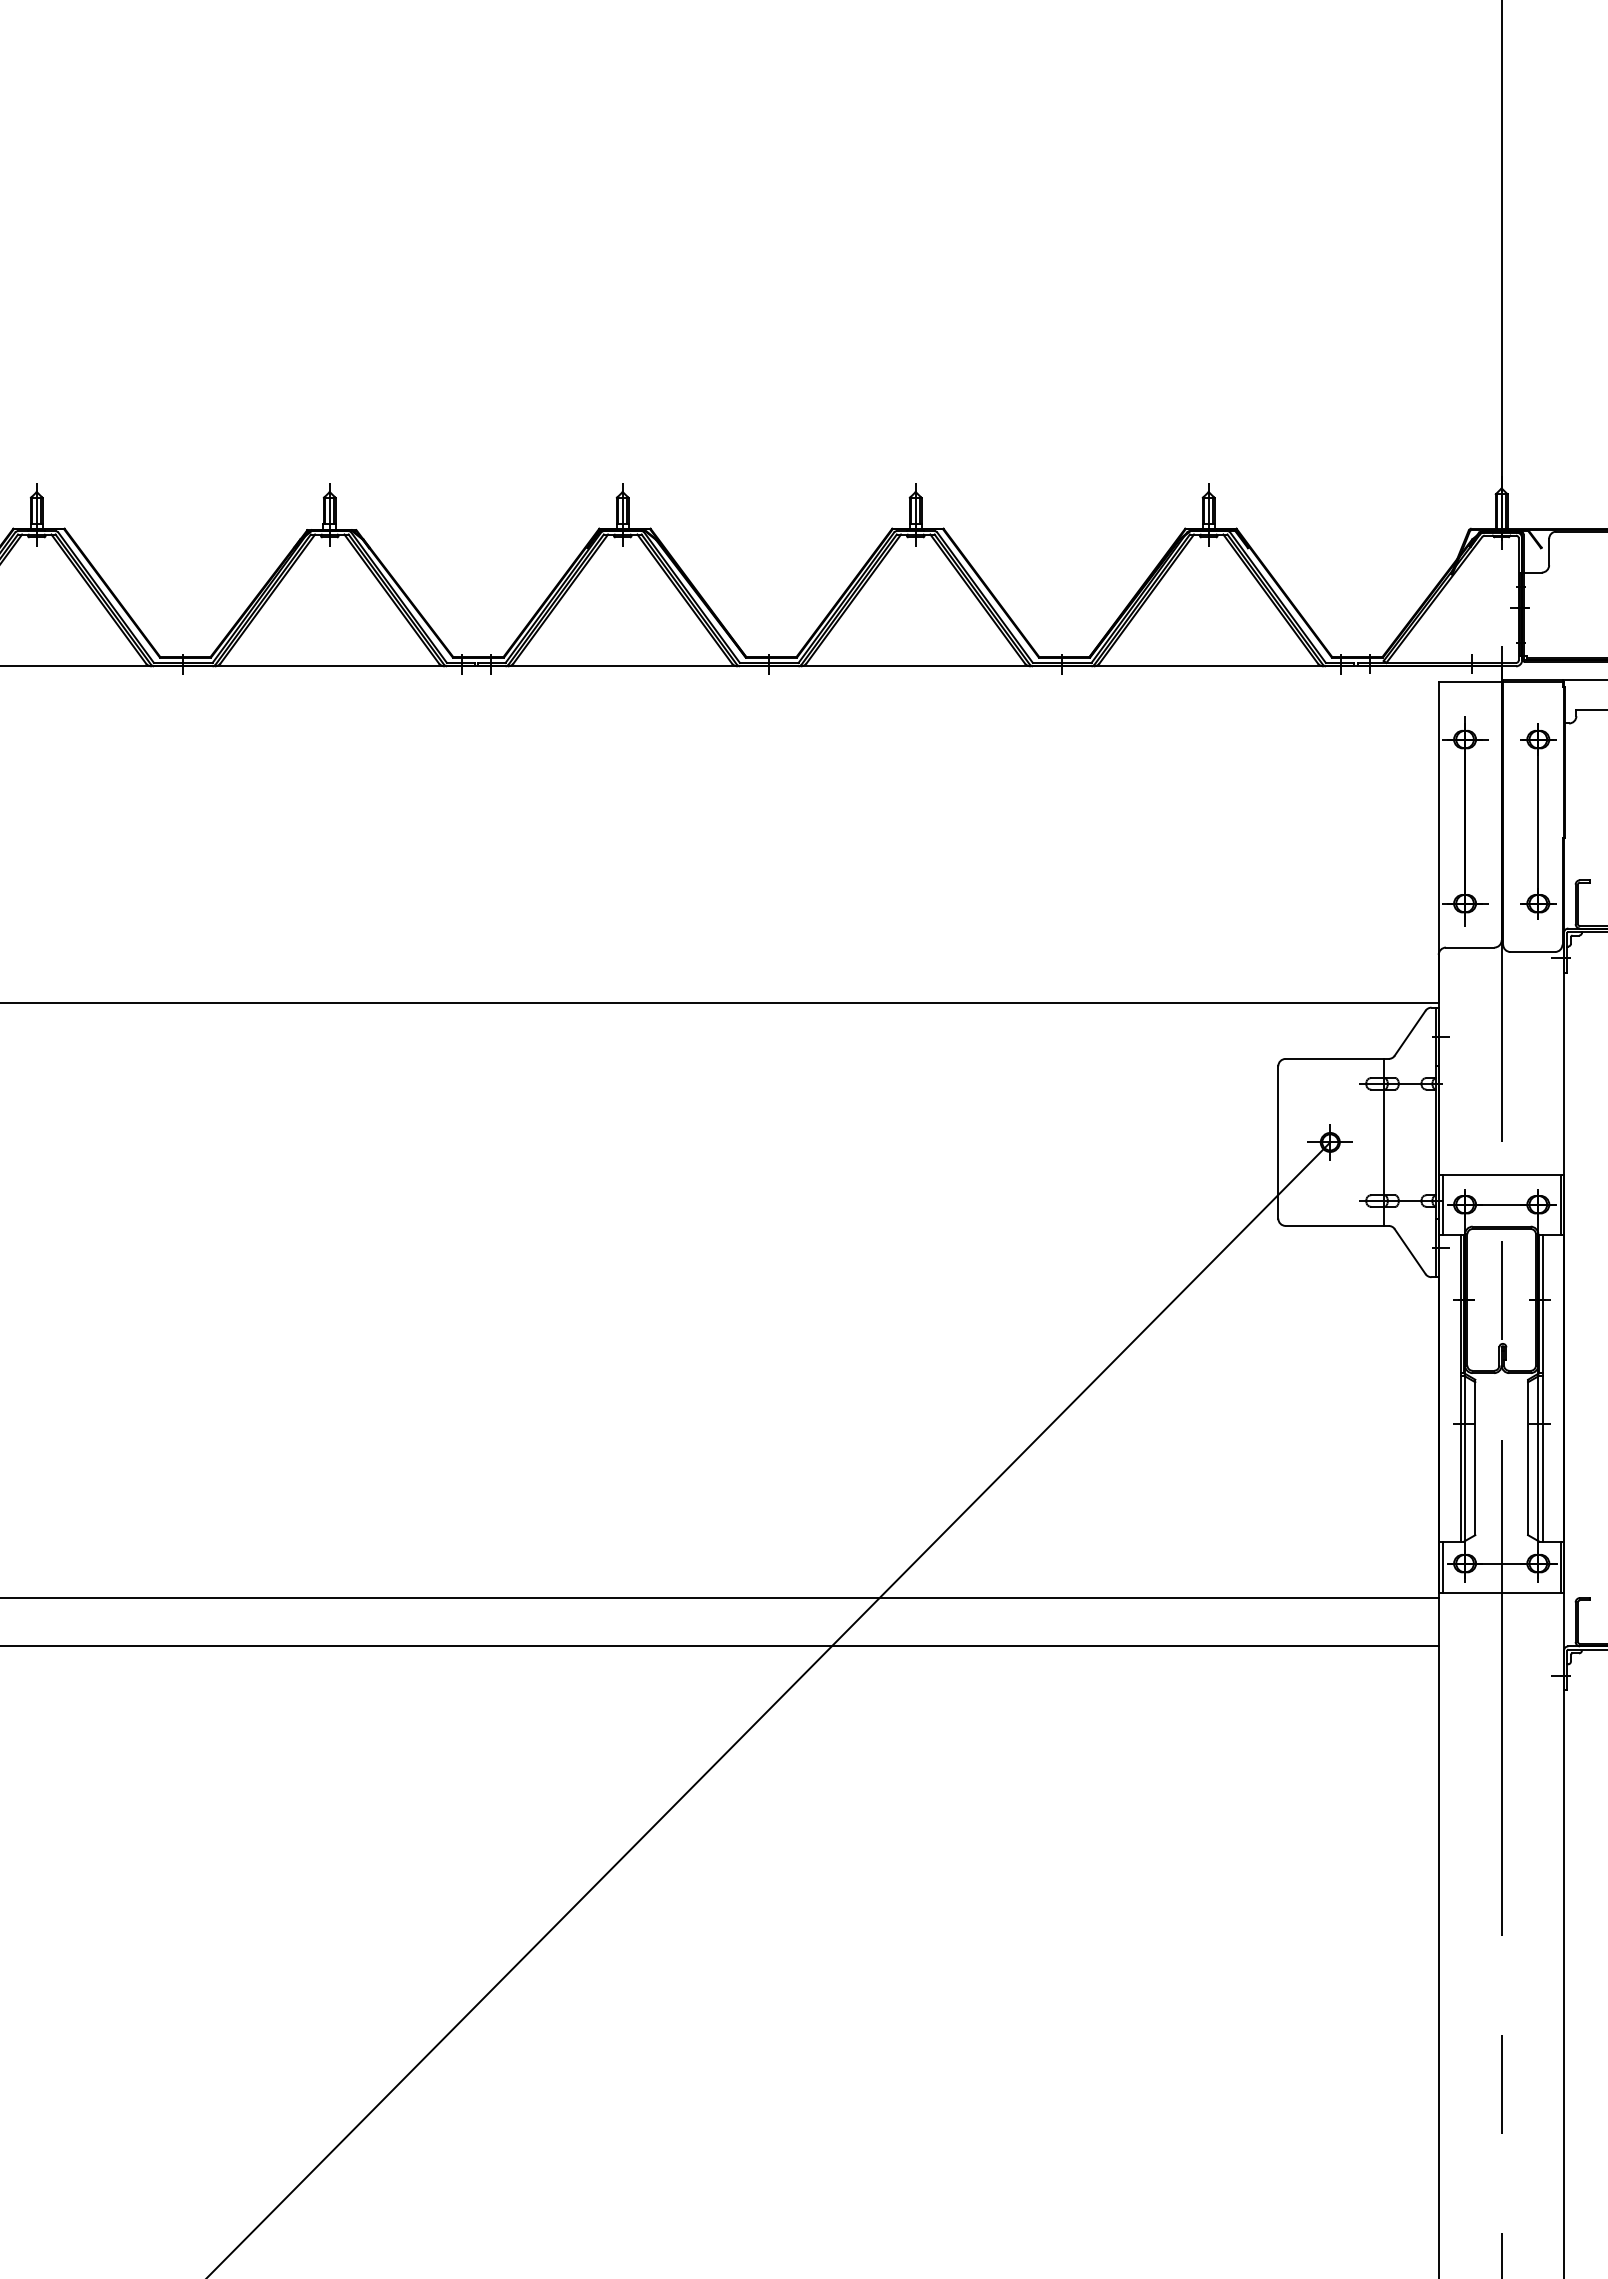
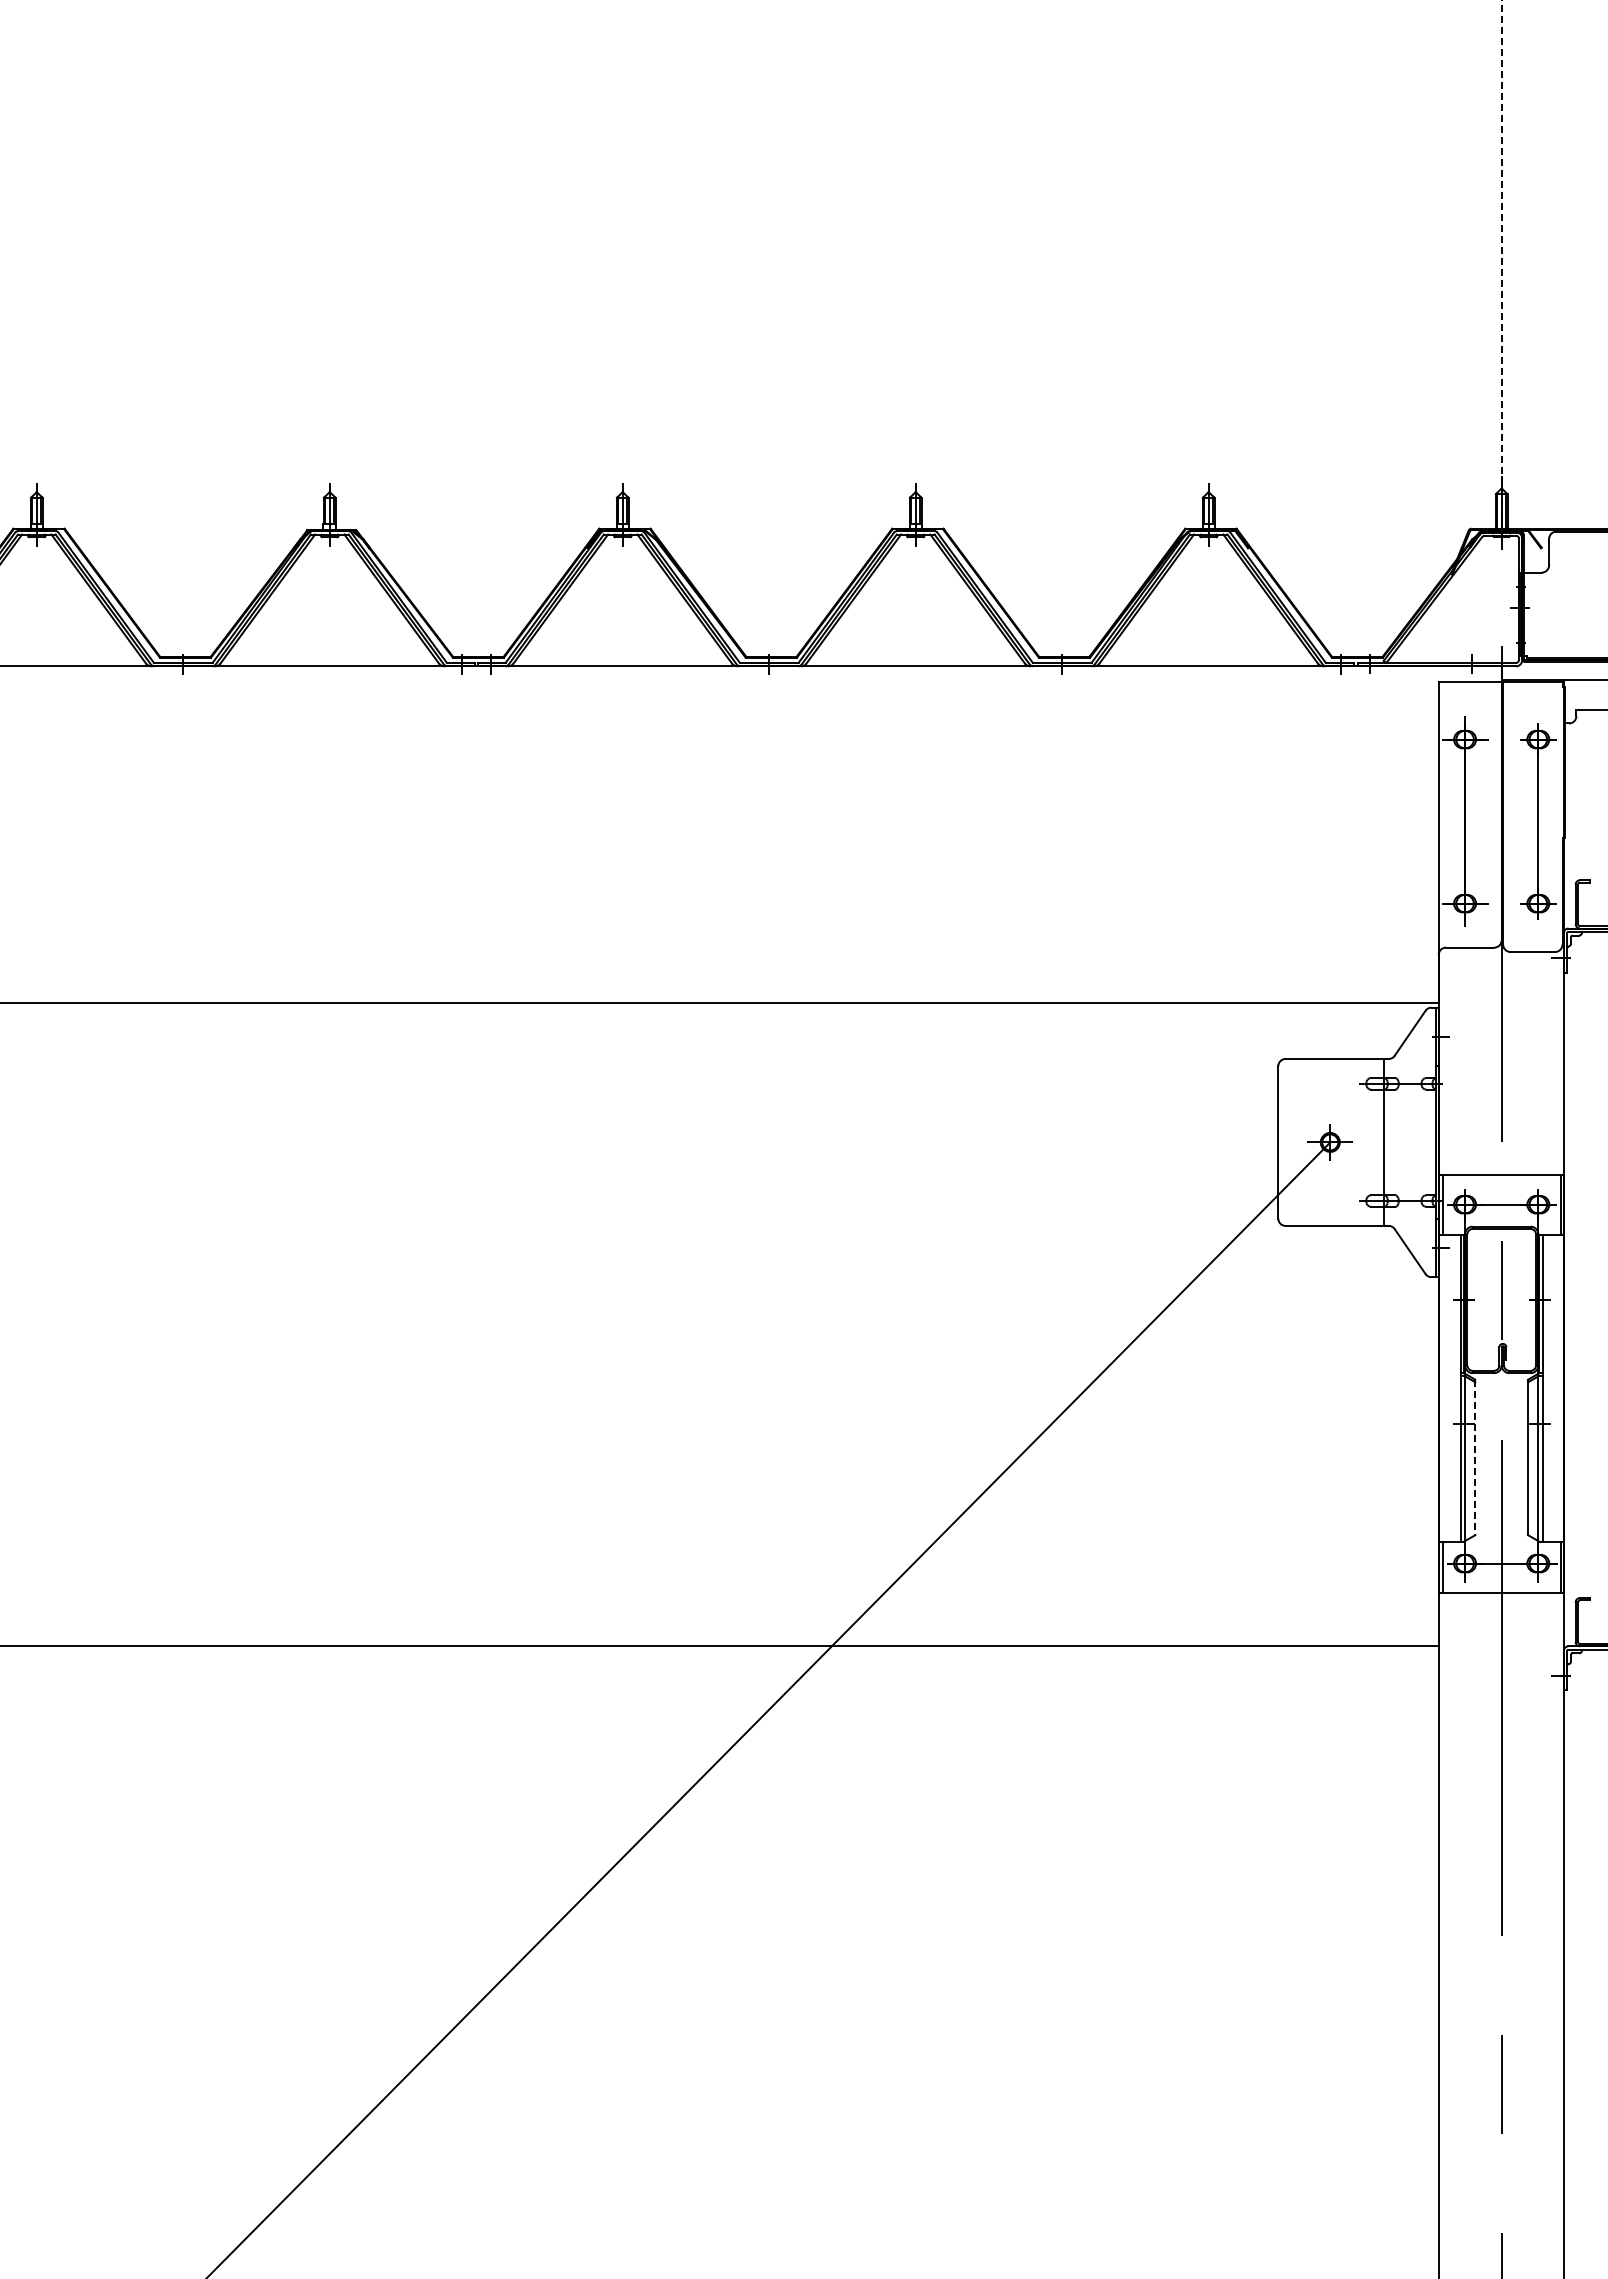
line at (1501, 264): solid -> dashed
line at (1475, 1457): solid -> dashed
line at (720, 1598): present -> none
